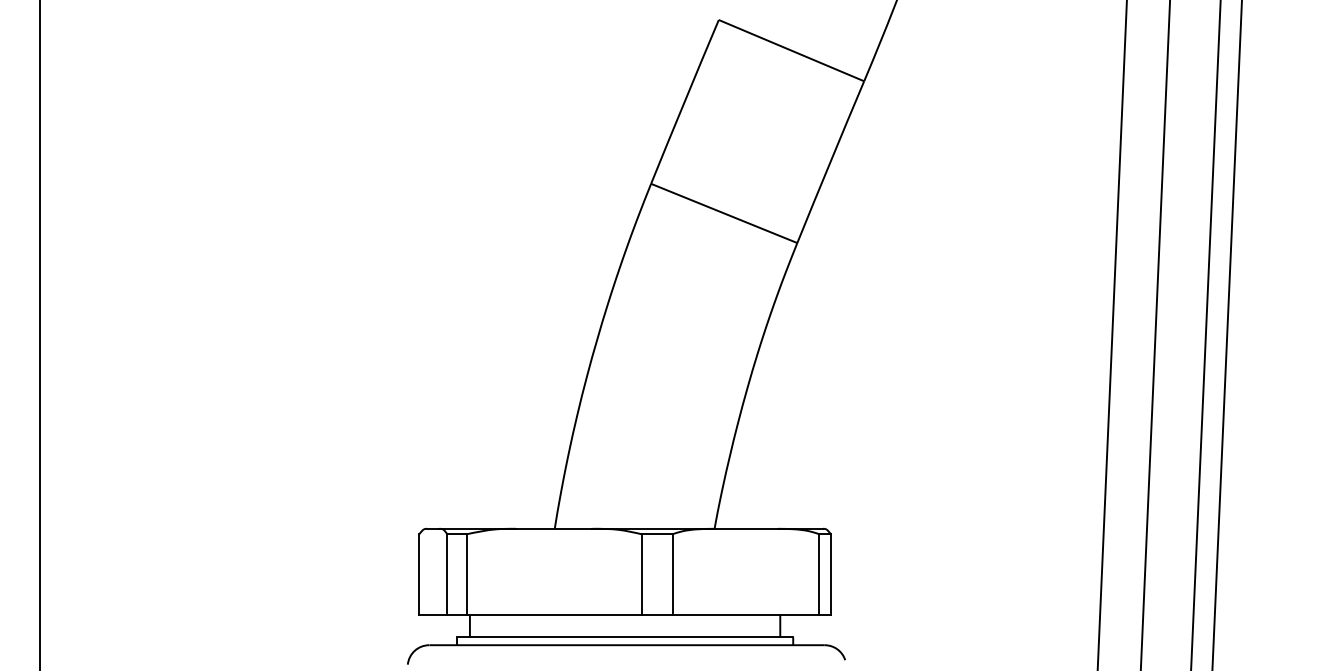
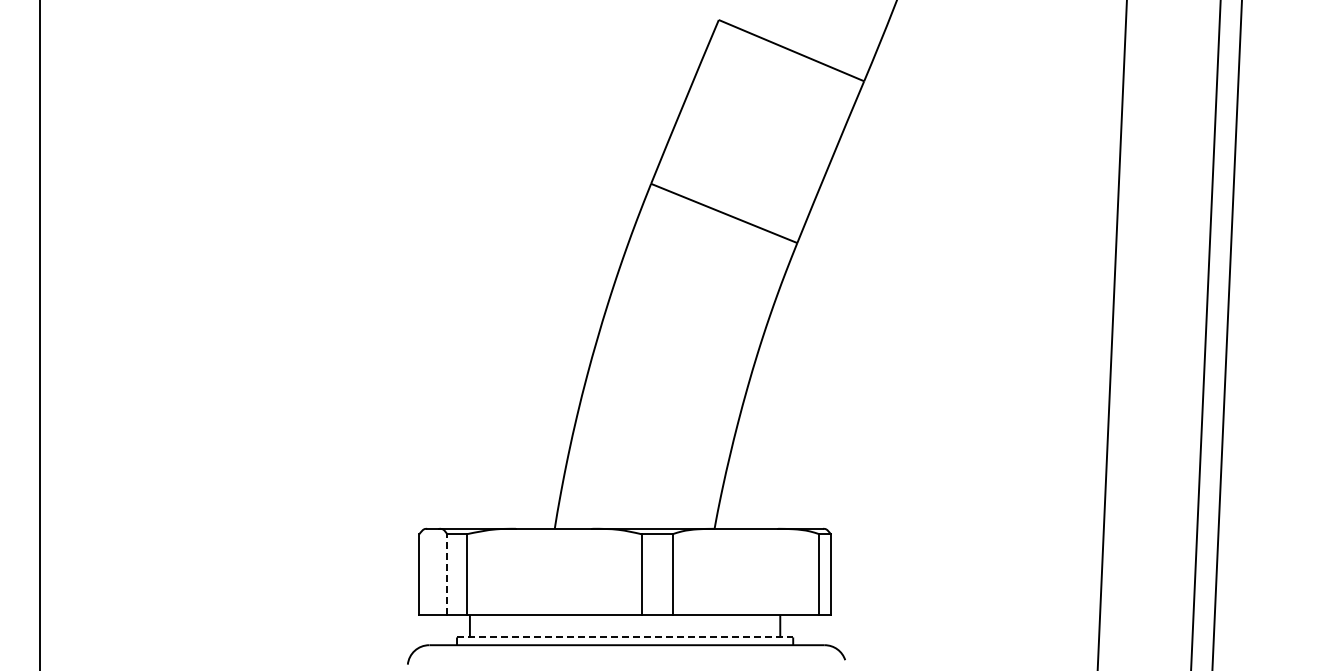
line at (1154, 334): present -> none
line at (447, 574): solid -> dashed
line at (625, 637): solid -> dashed
